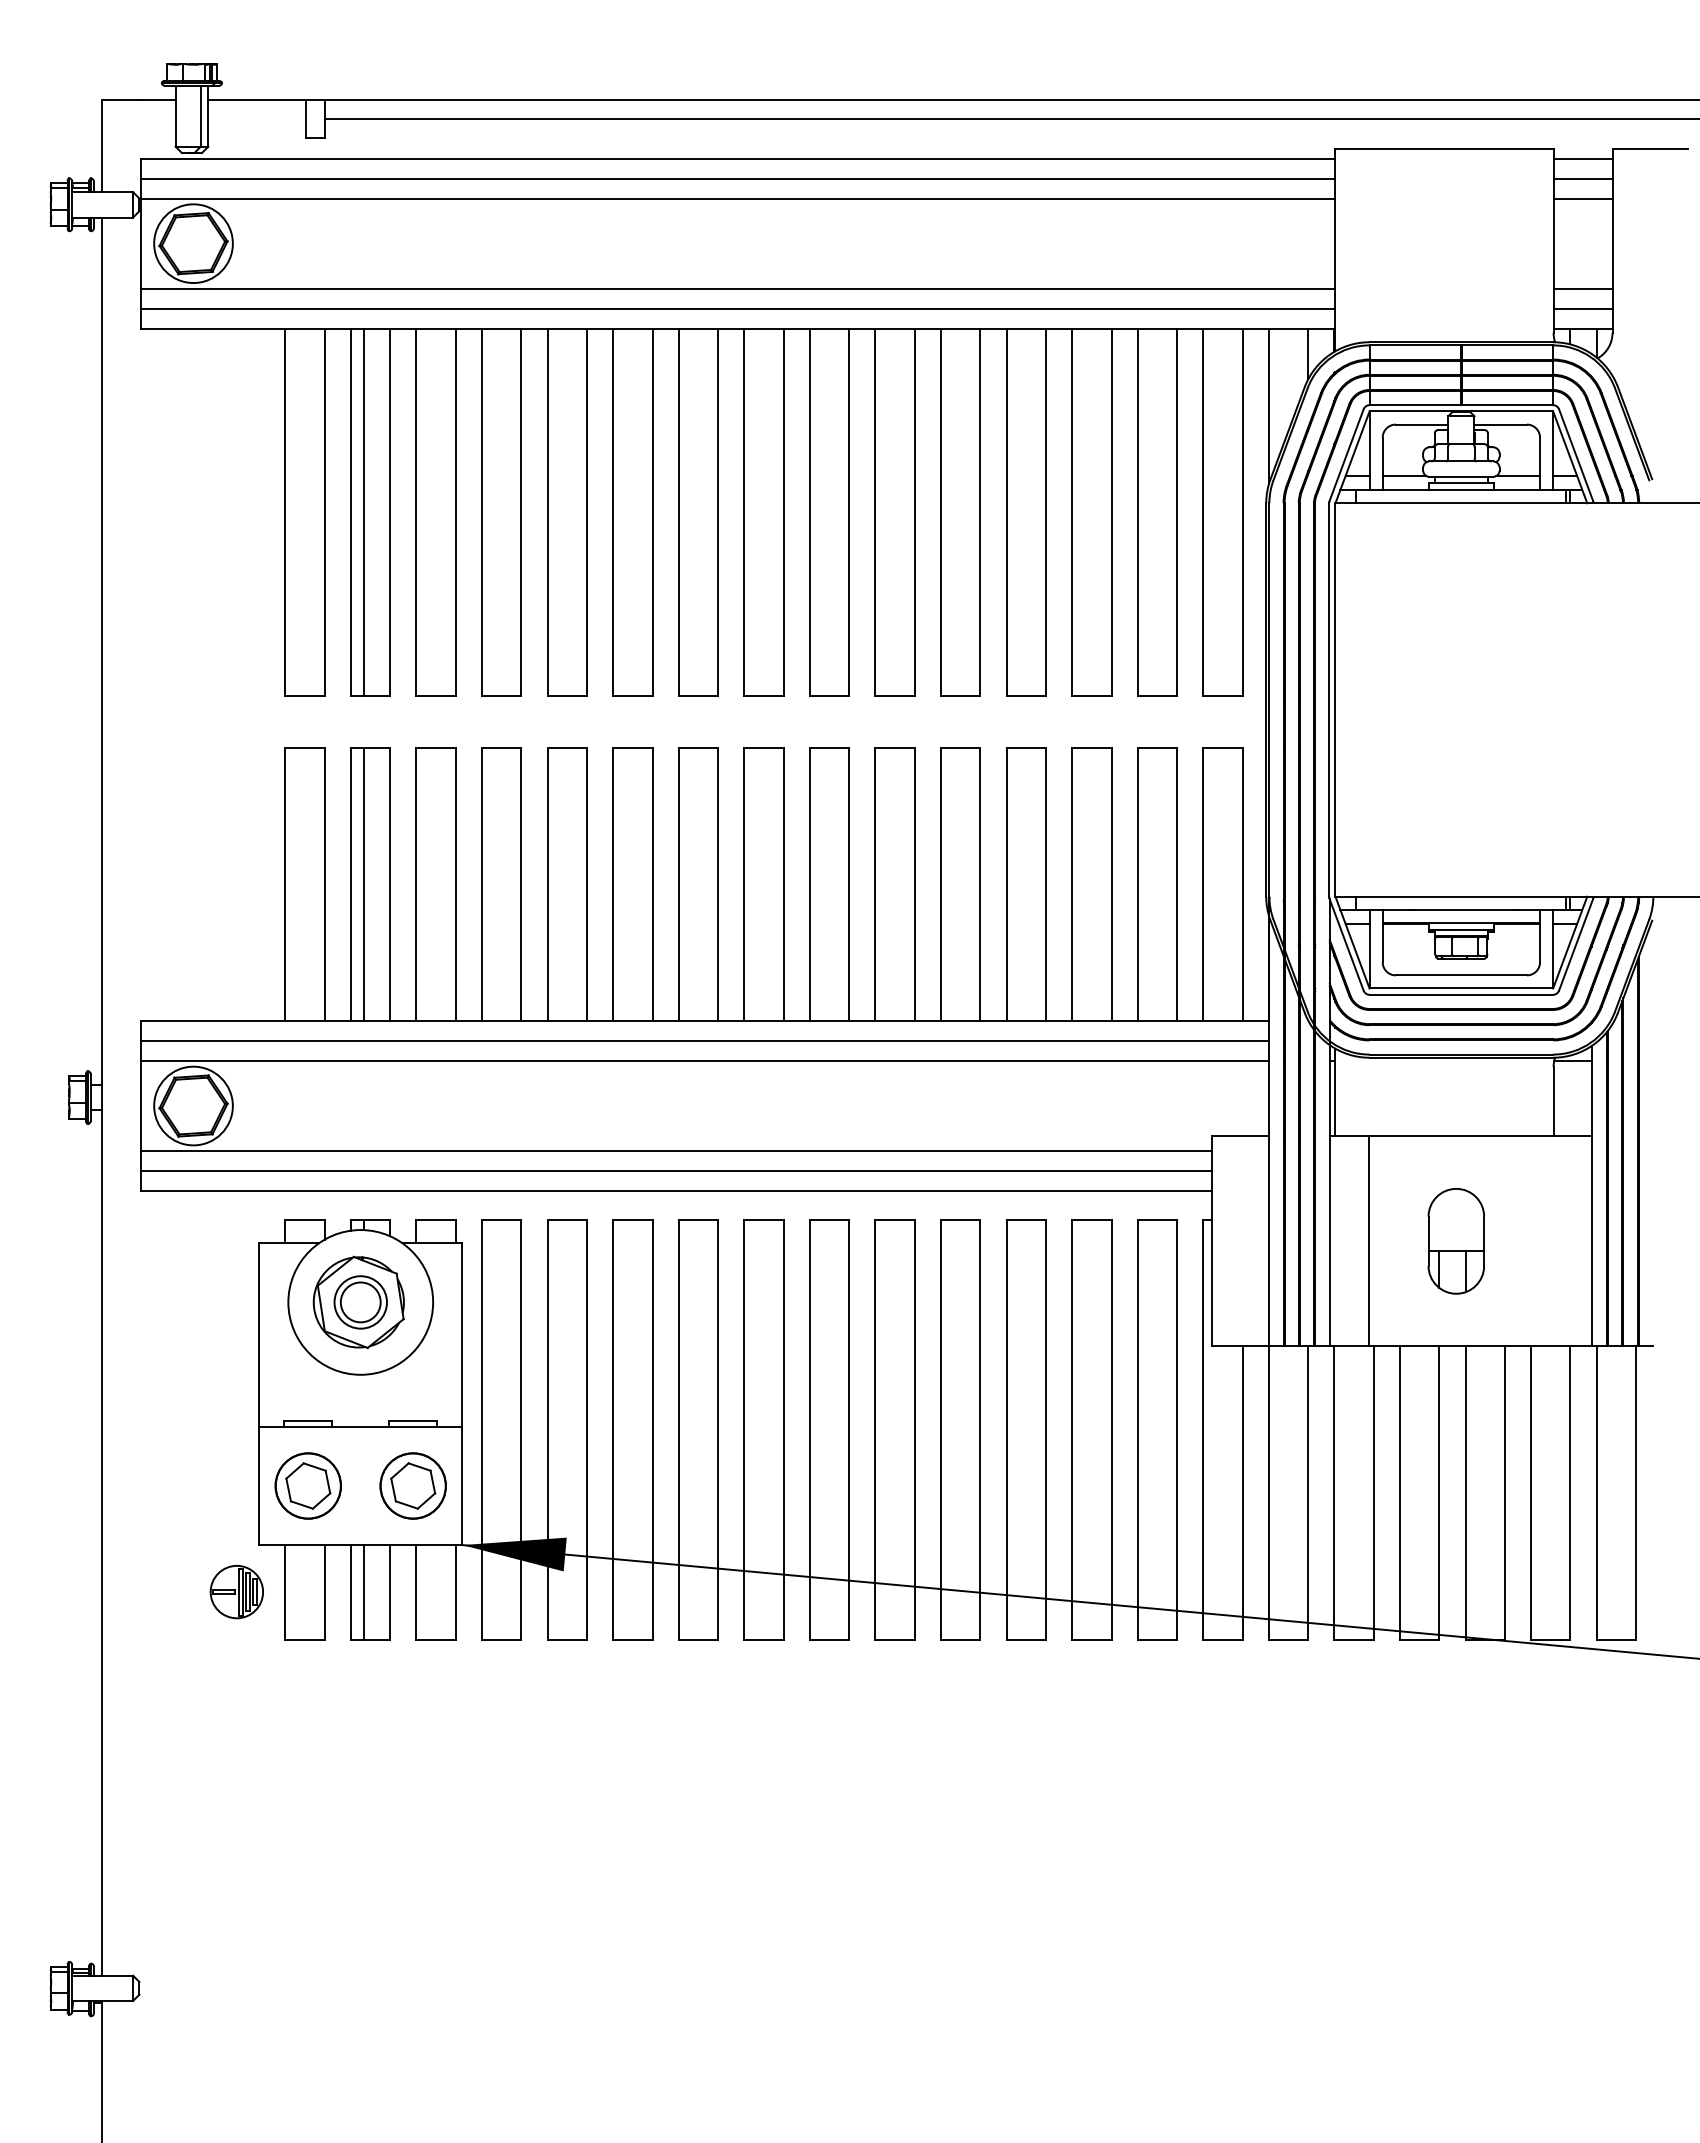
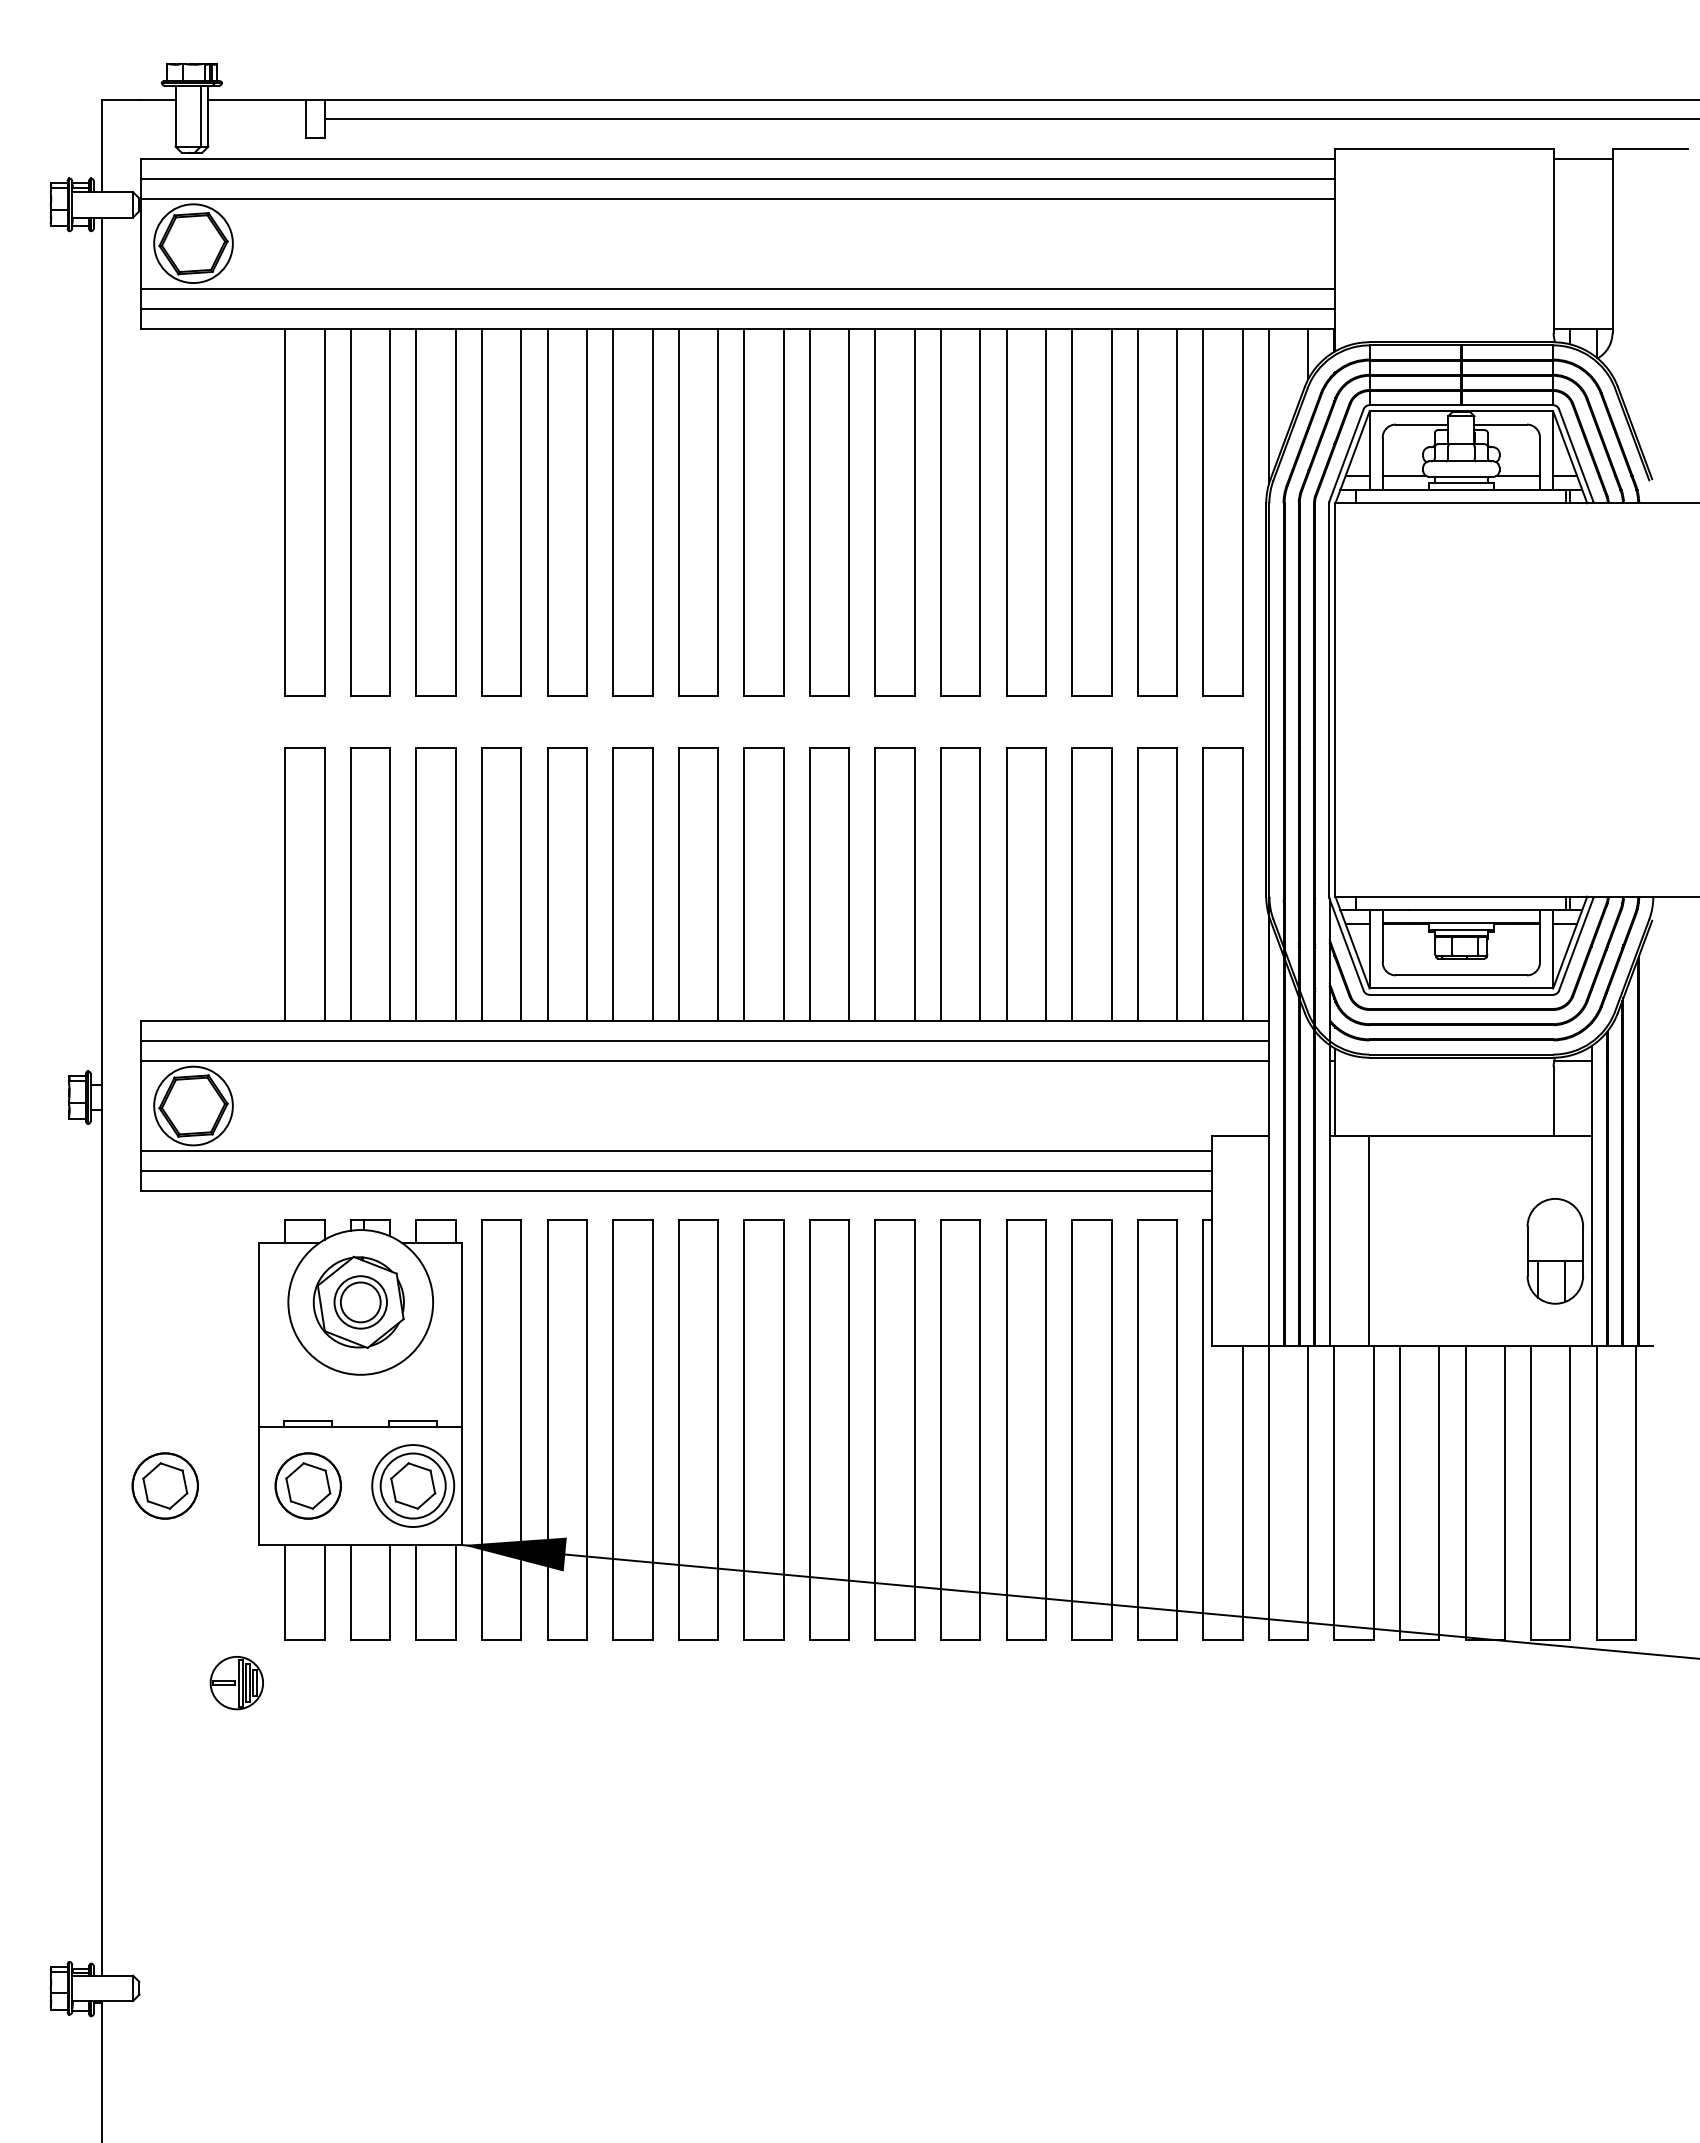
line at (1582, 178): present -> none
line at (1582, 198): present -> none
line at (1582, 288): present -> none
line at (1582, 308): present -> none
line at (364, 511): present -> none
line at (364, 884): present -> none
part at (1455, 1241) position: (1455, 1241) -> (1554, 1251)
part at (164, 1485): none -> present
circle at (413, 1485) diameter: 66 px -> 82 px
part at (236, 1592) position: (236, 1592) -> (236, 1683)
line at (364, 1592): present -> none
